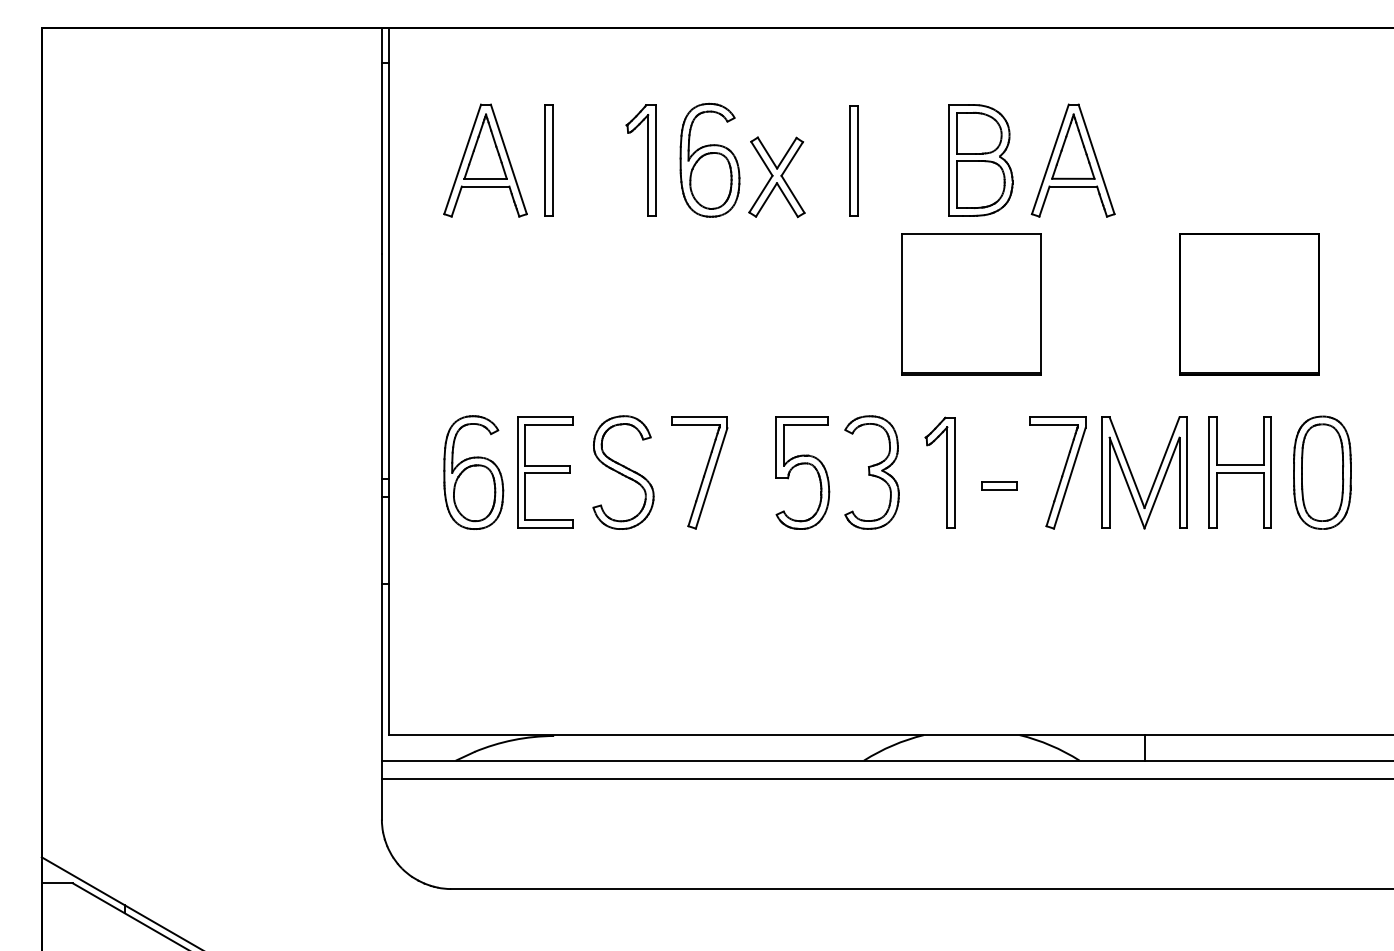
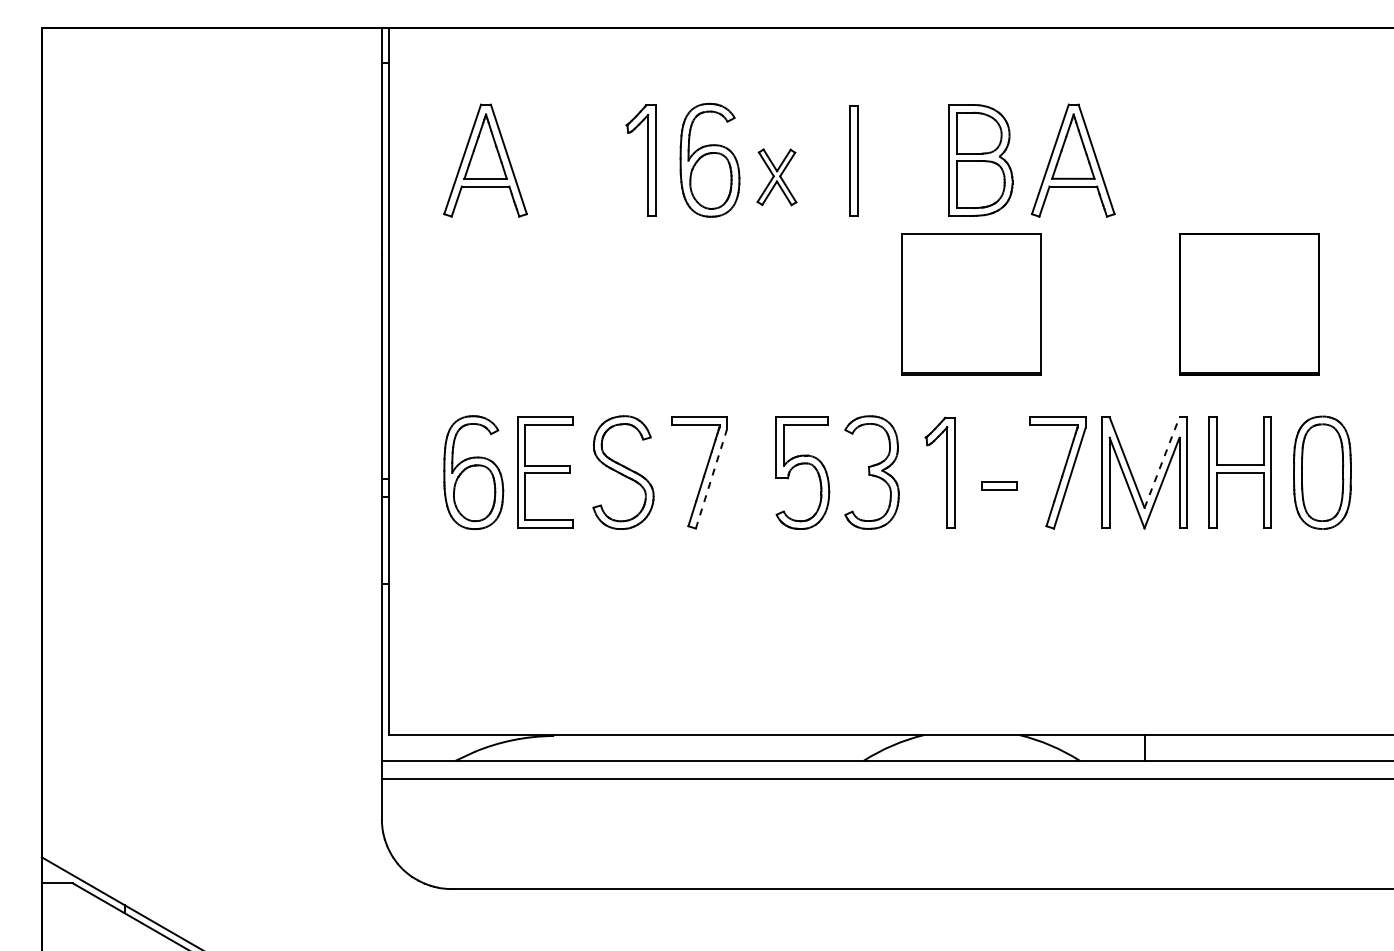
part at (548, 160): present -> none
part at (776, 177) size: 58x83 px -> 42x59 px
line at (1162, 462): solid -> dashed
line at (711, 478): solid -> dashed
